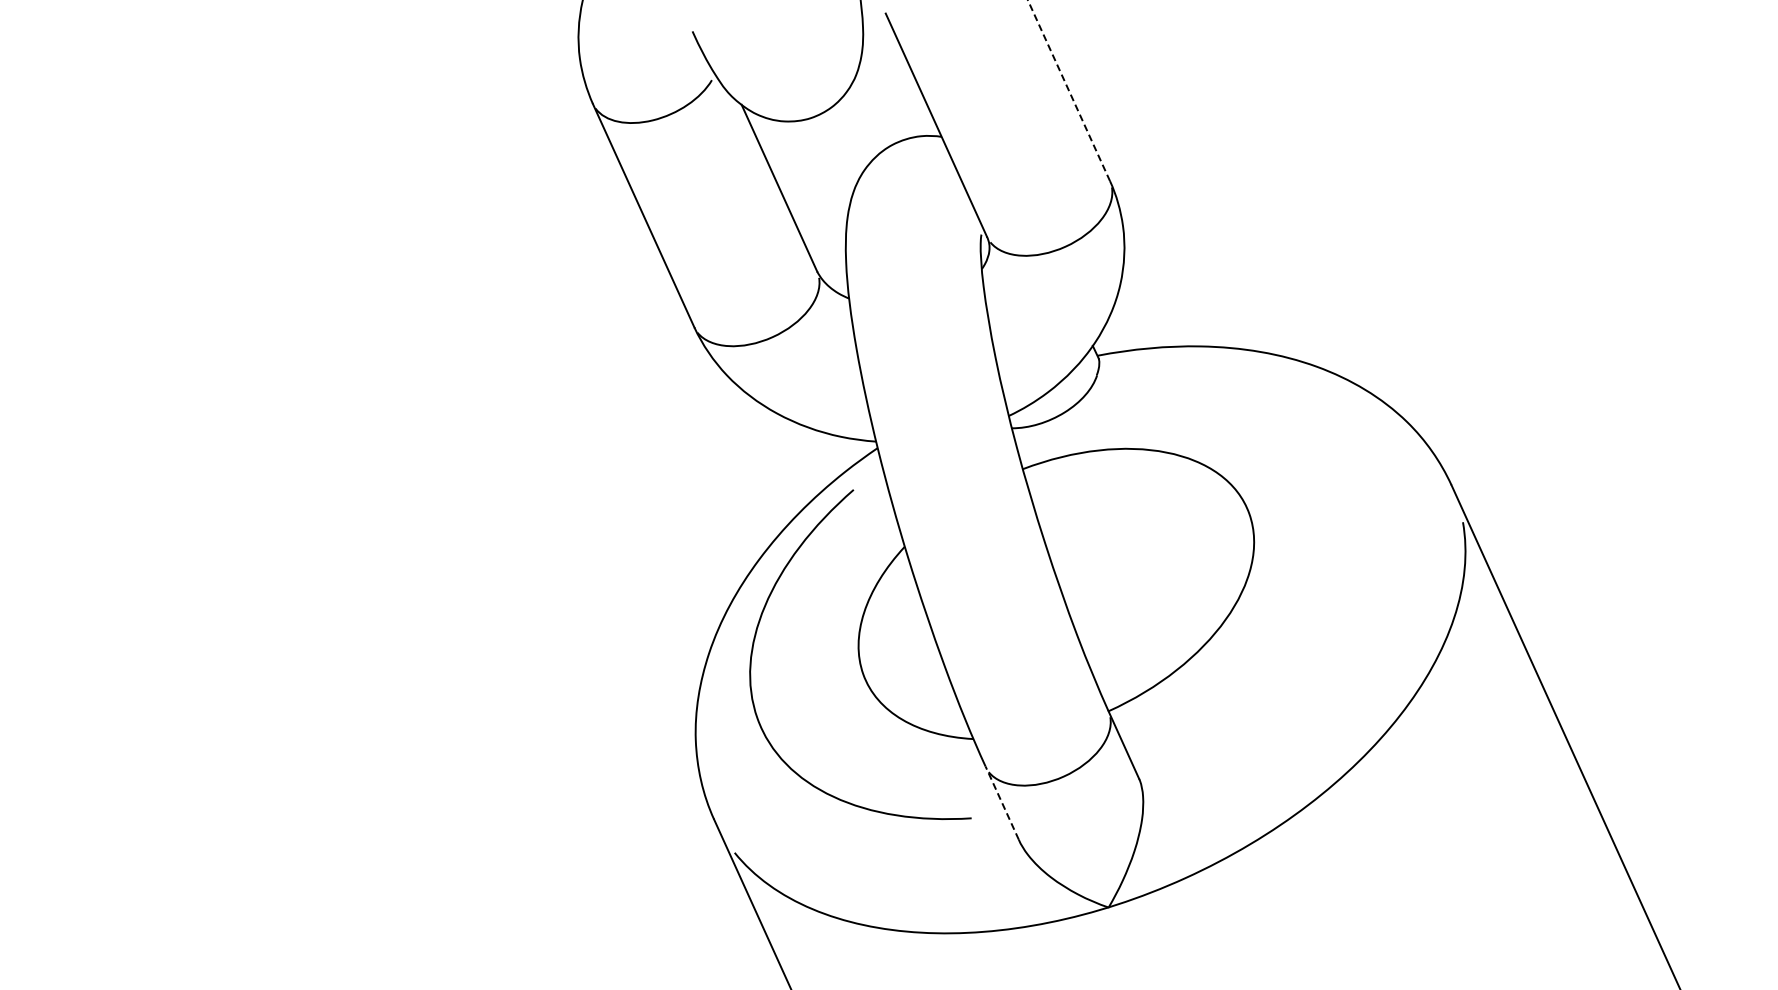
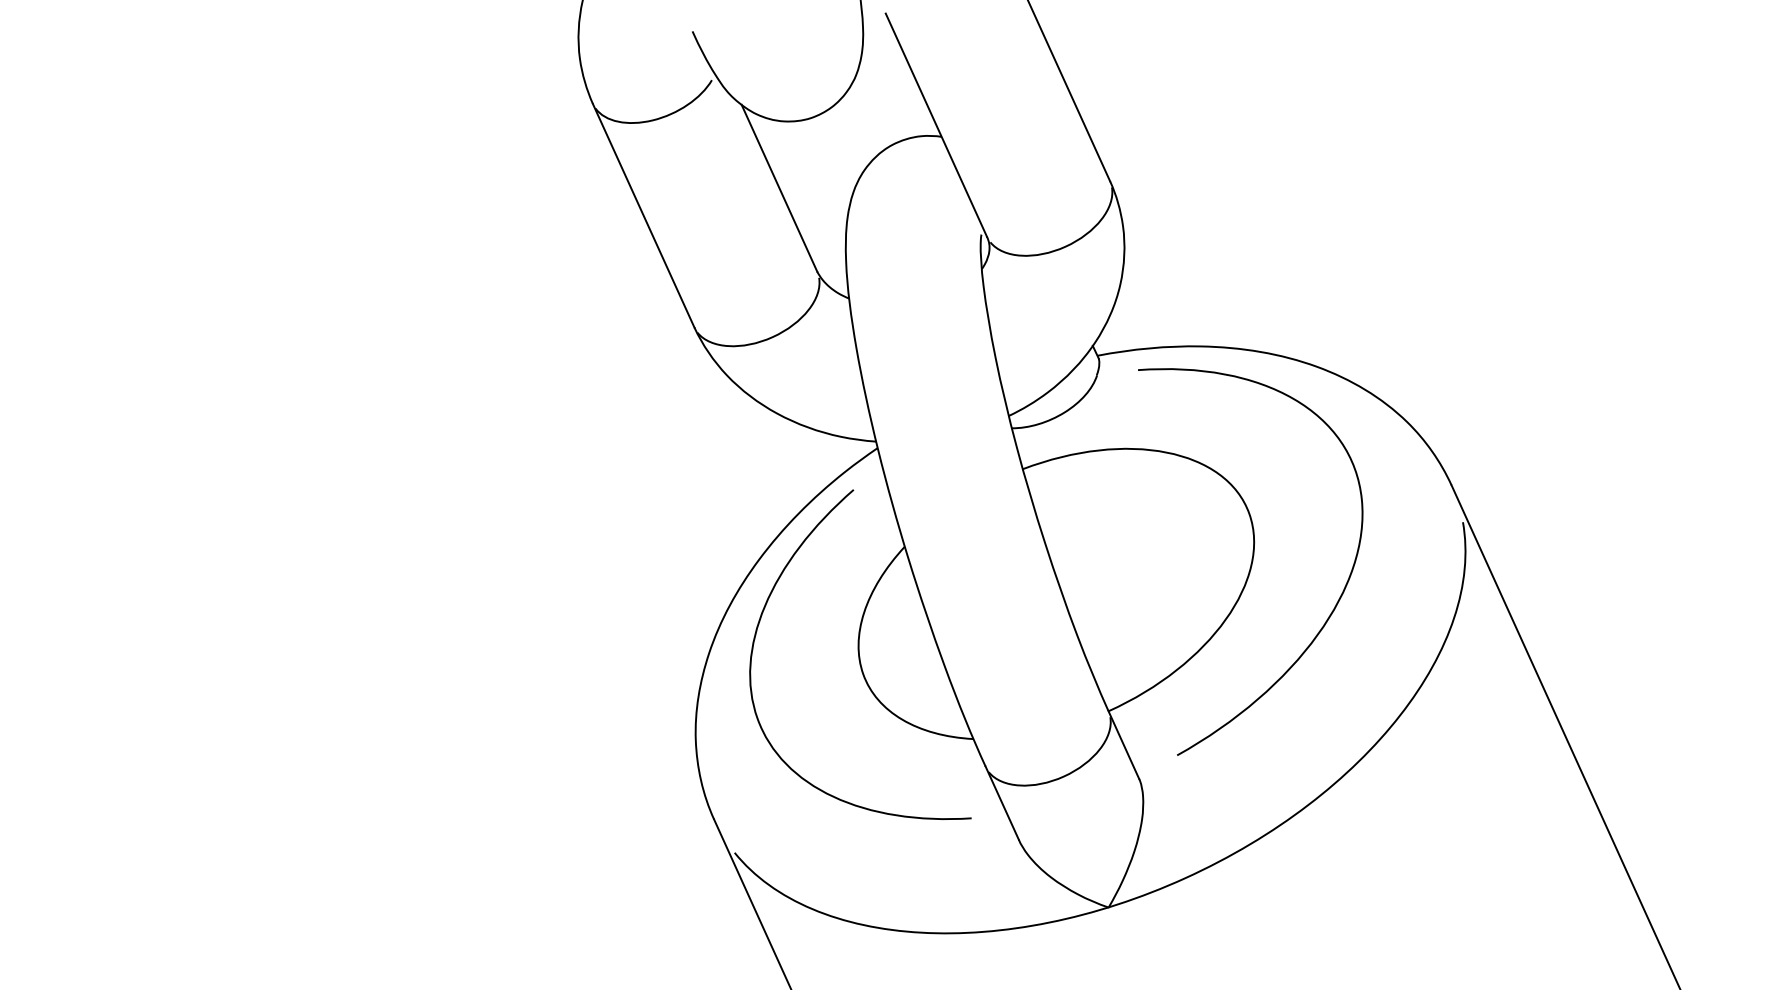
line at (1068, 90): dashed -> solid
curve at (1331, 611): none -> present
line at (1002, 802): dashed -> solid
